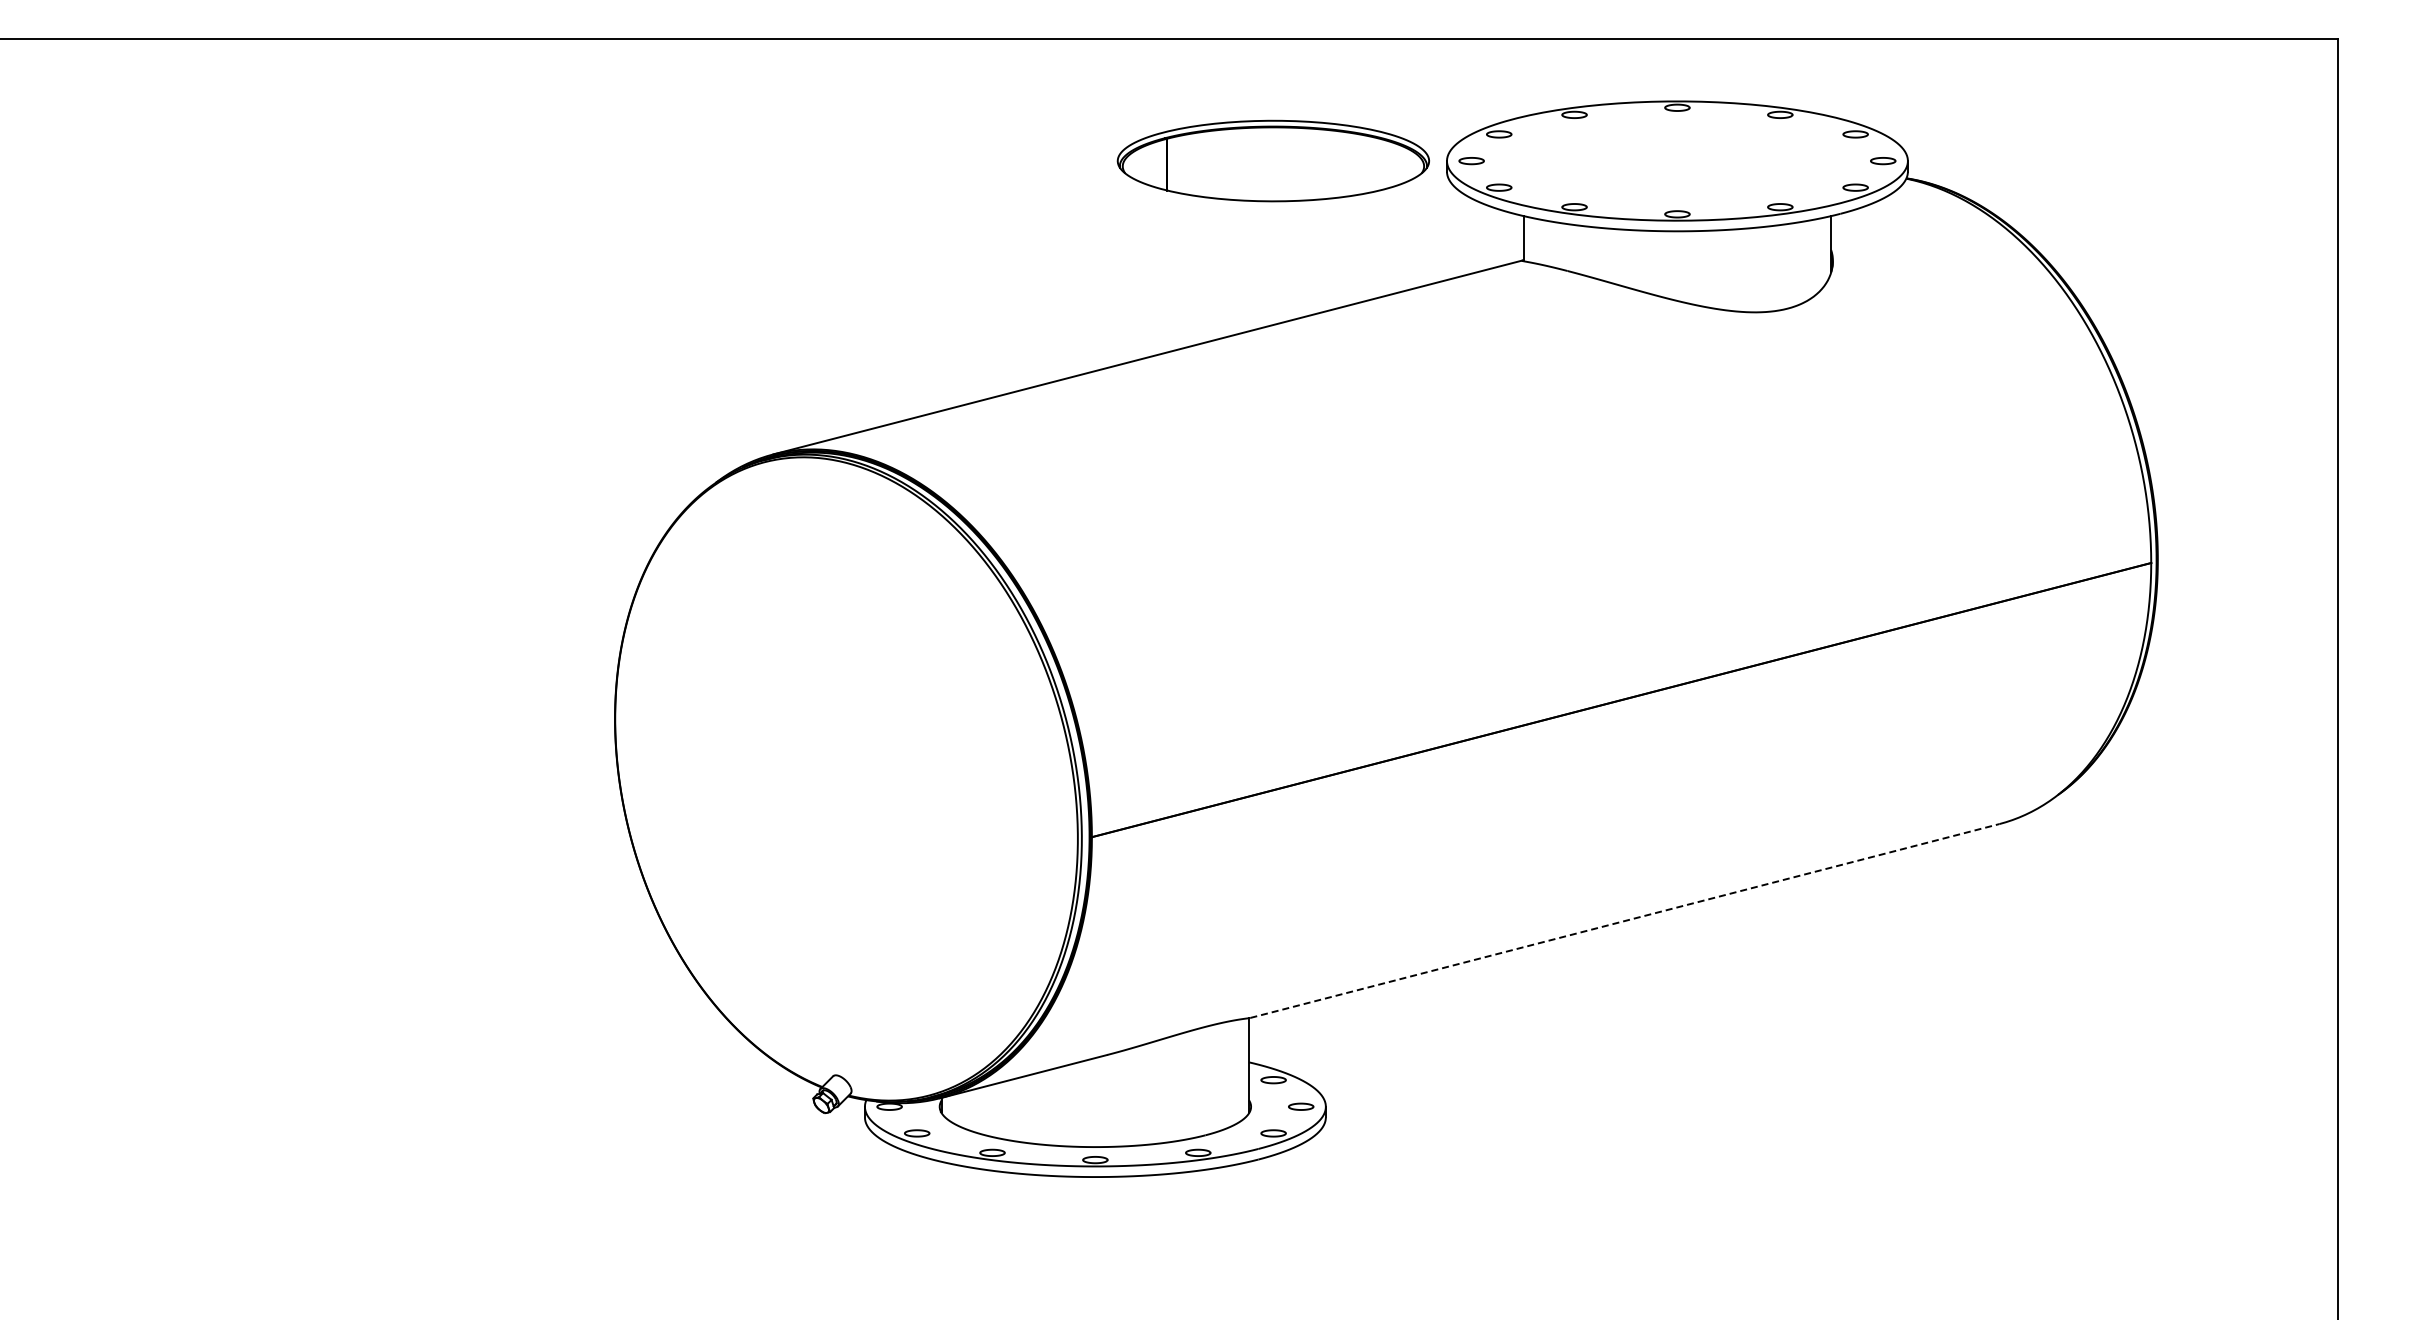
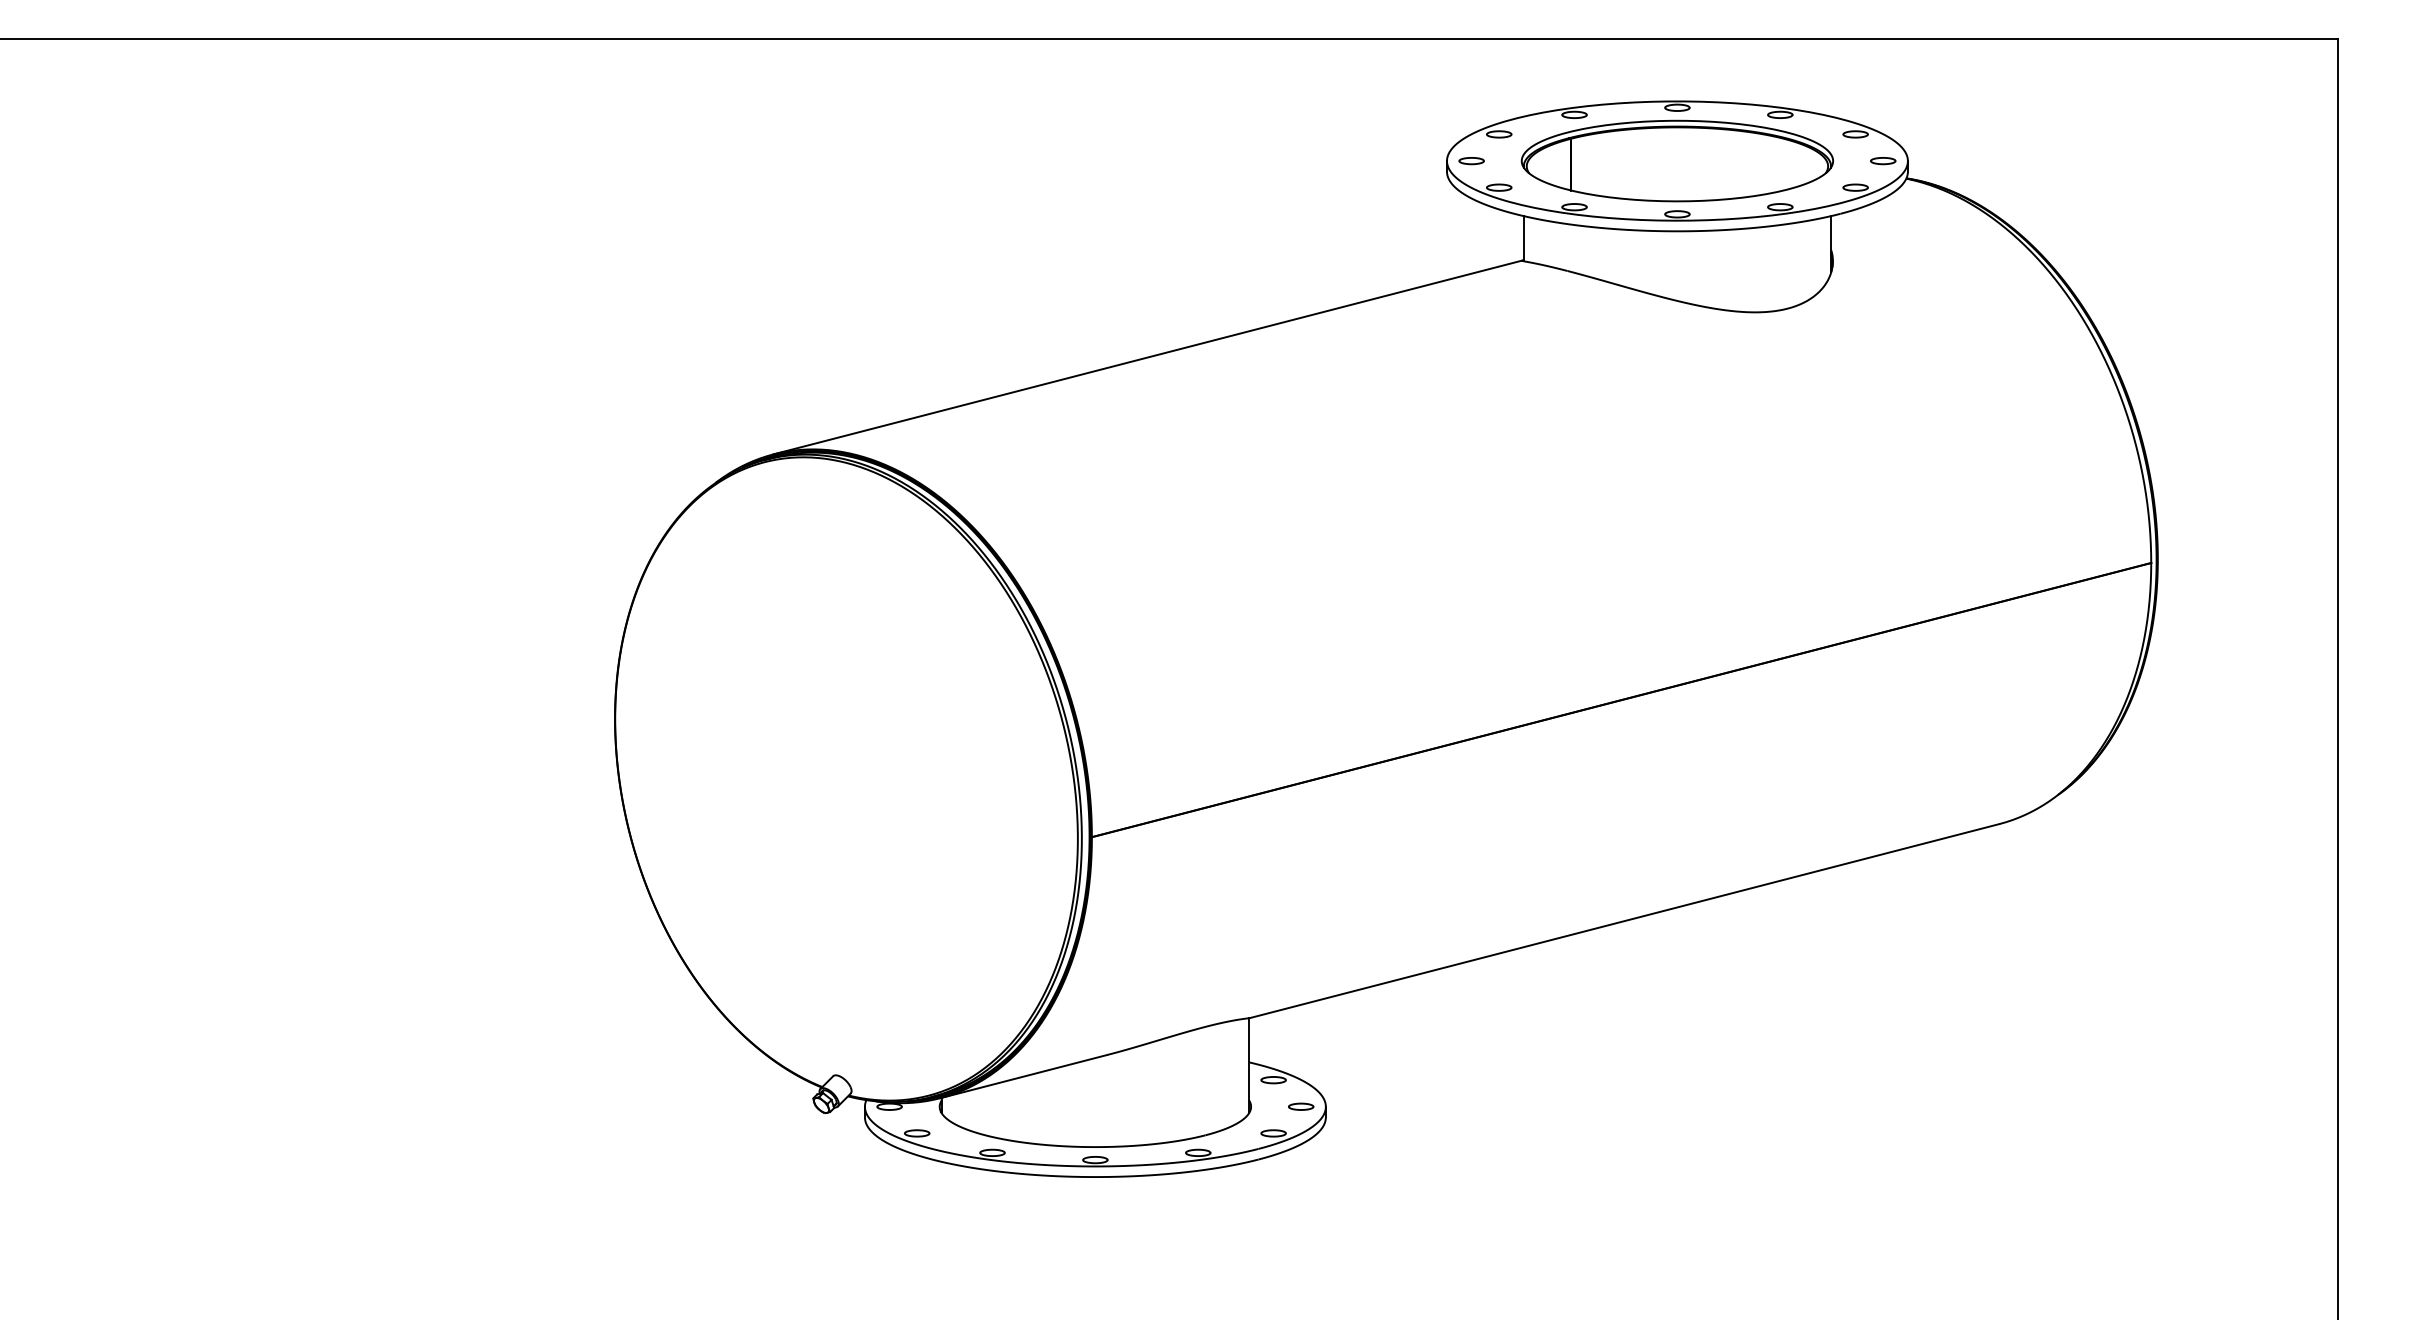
part at (1272, 160) position: (1272, 160) -> (1676, 160)
line at (1624, 921): dashed -> solid
